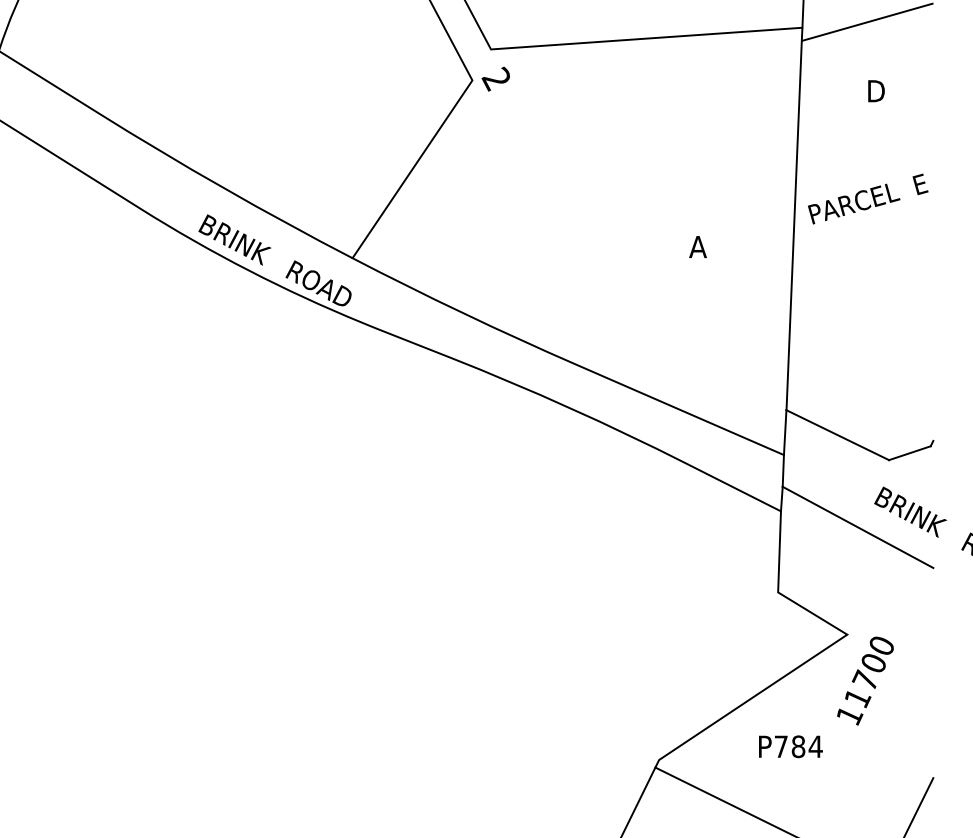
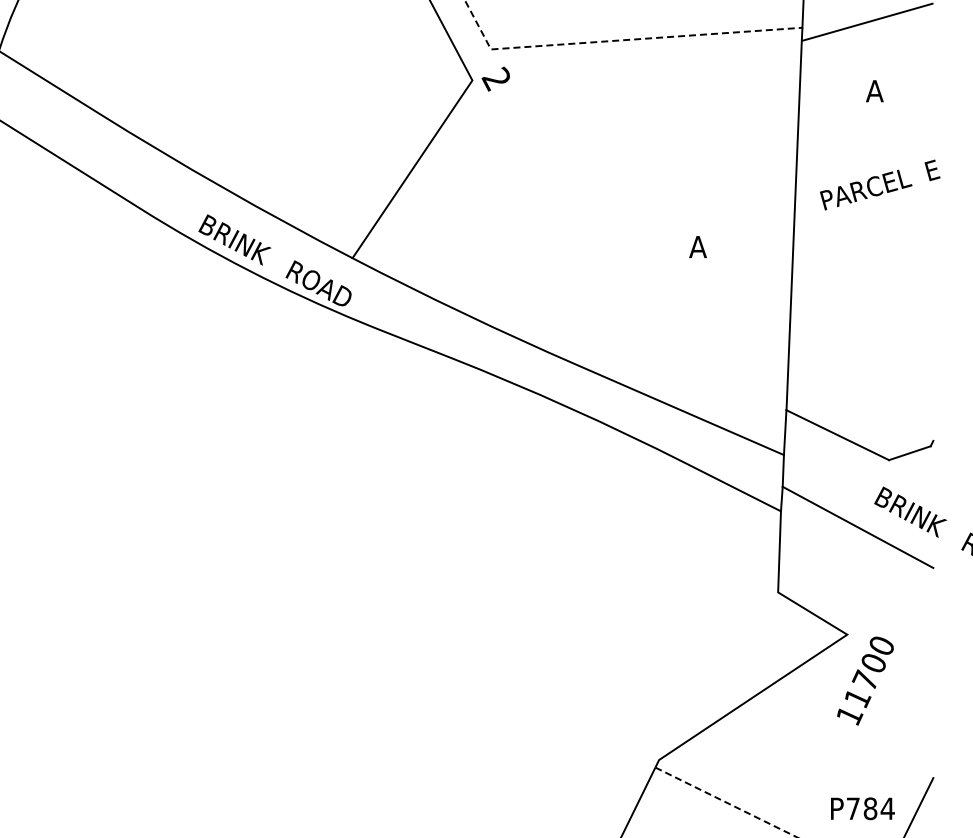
line at (618, 40): solid -> dashed
text at (875, 91): D -> A
text at (868, 198) position: (868, 198) -> (880, 184)
text at (790, 746) position: (790, 746) -> (862, 808)
line at (727, 802): solid -> dashed
